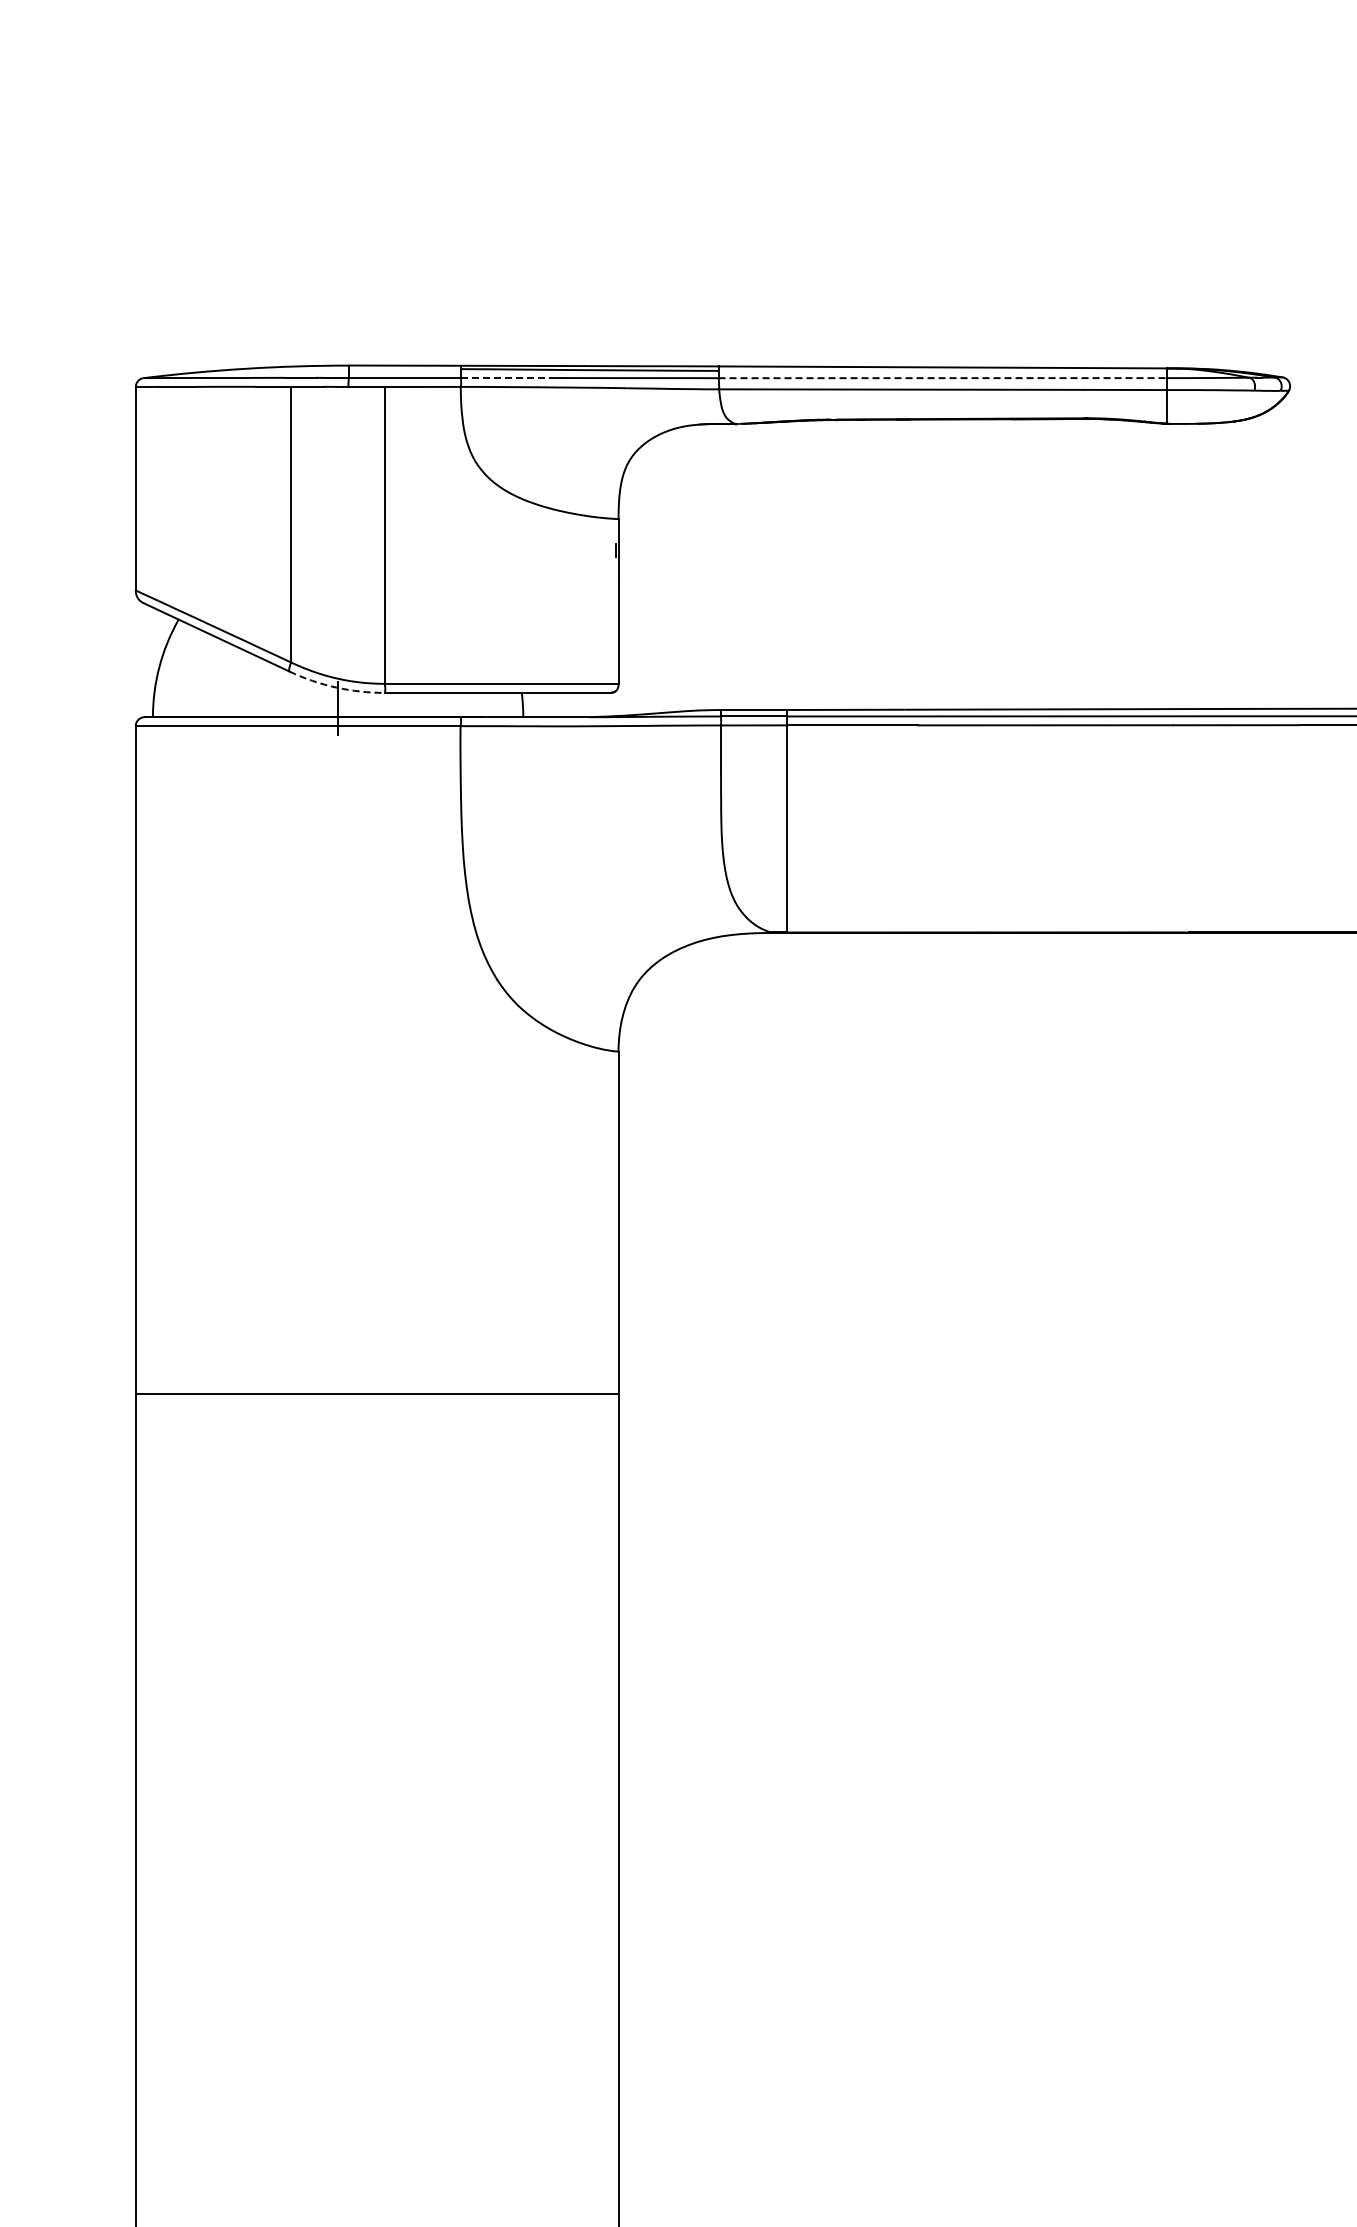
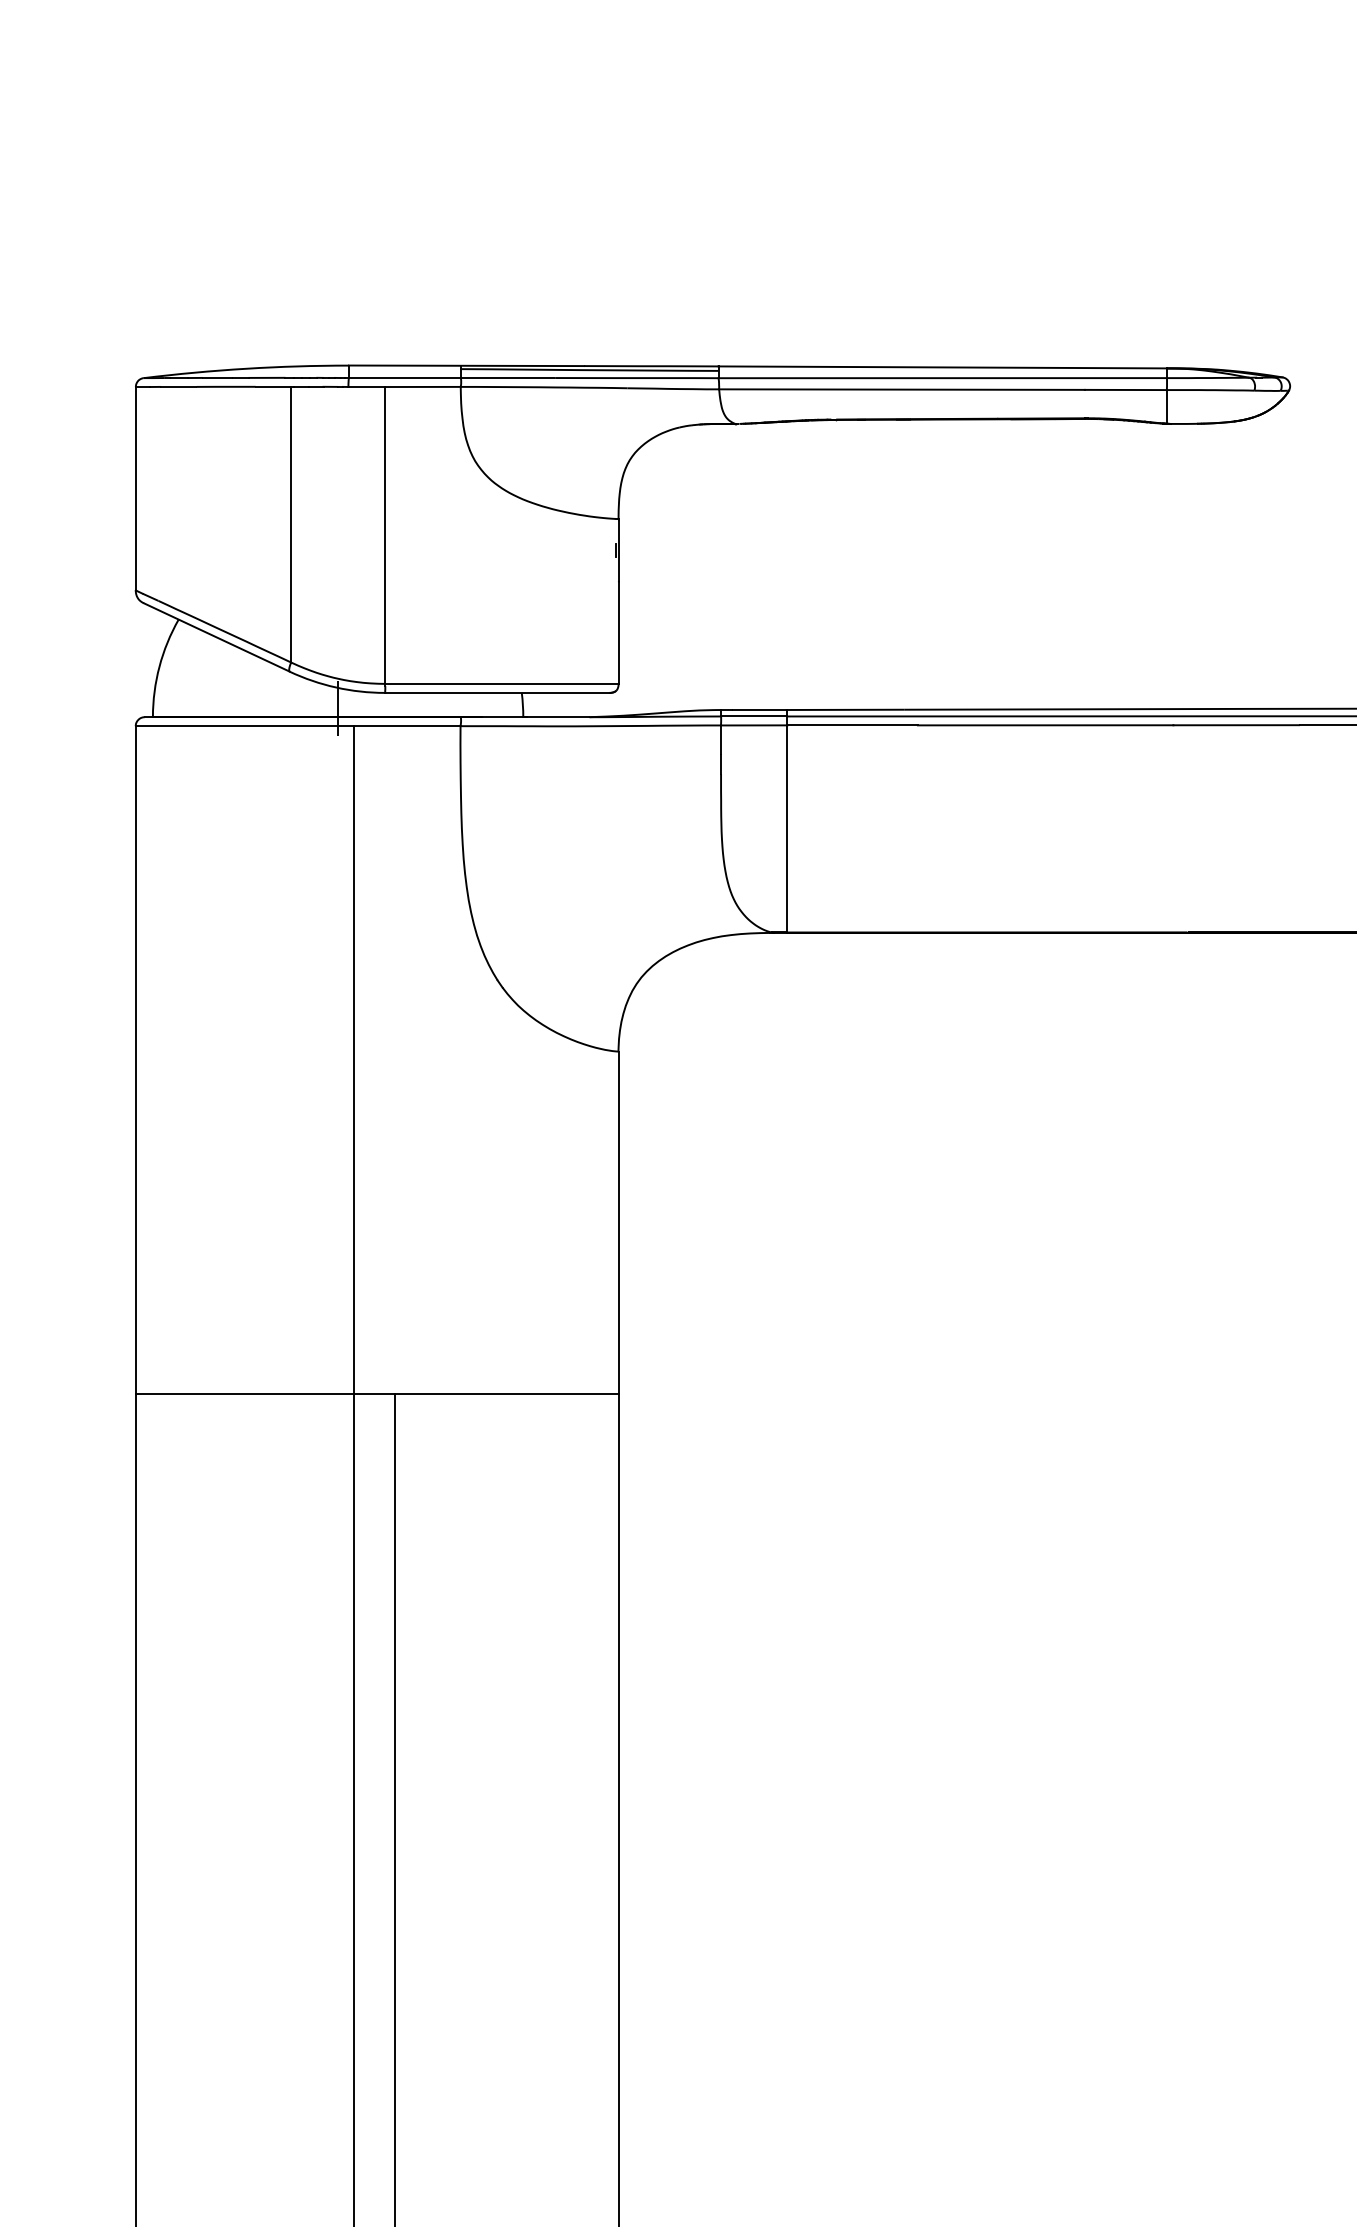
line at (507, 378): dashed -> solid
line at (943, 378): dashed -> solid
arc at (336, 687): dashed -> solid
line at (353, 1474): none -> present
line at (394, 1808): none -> present
